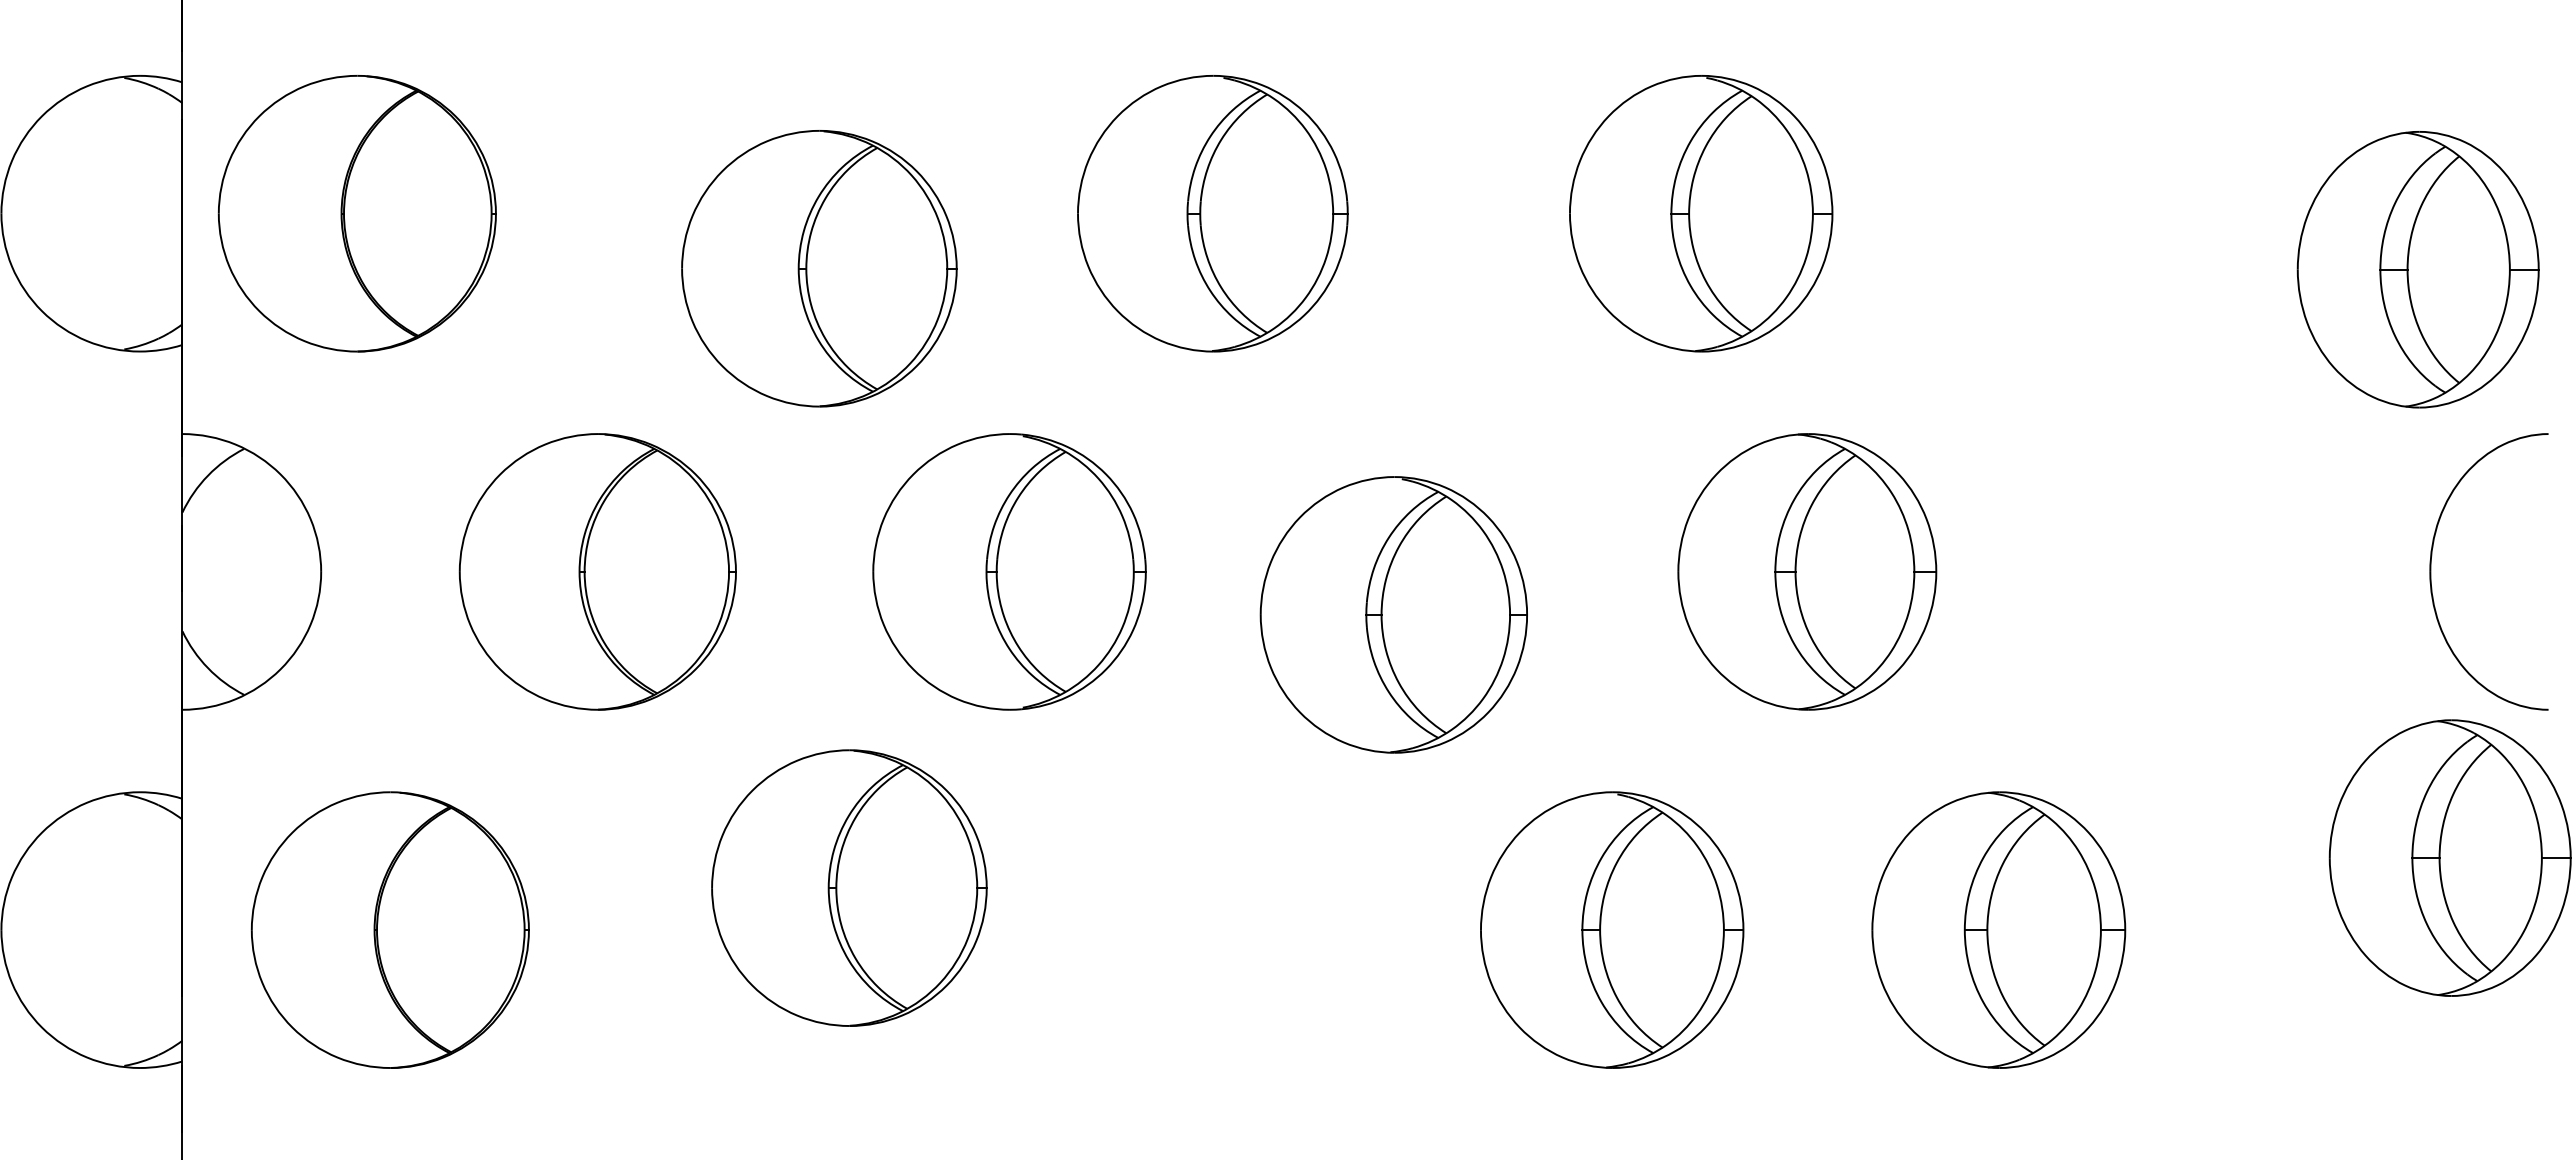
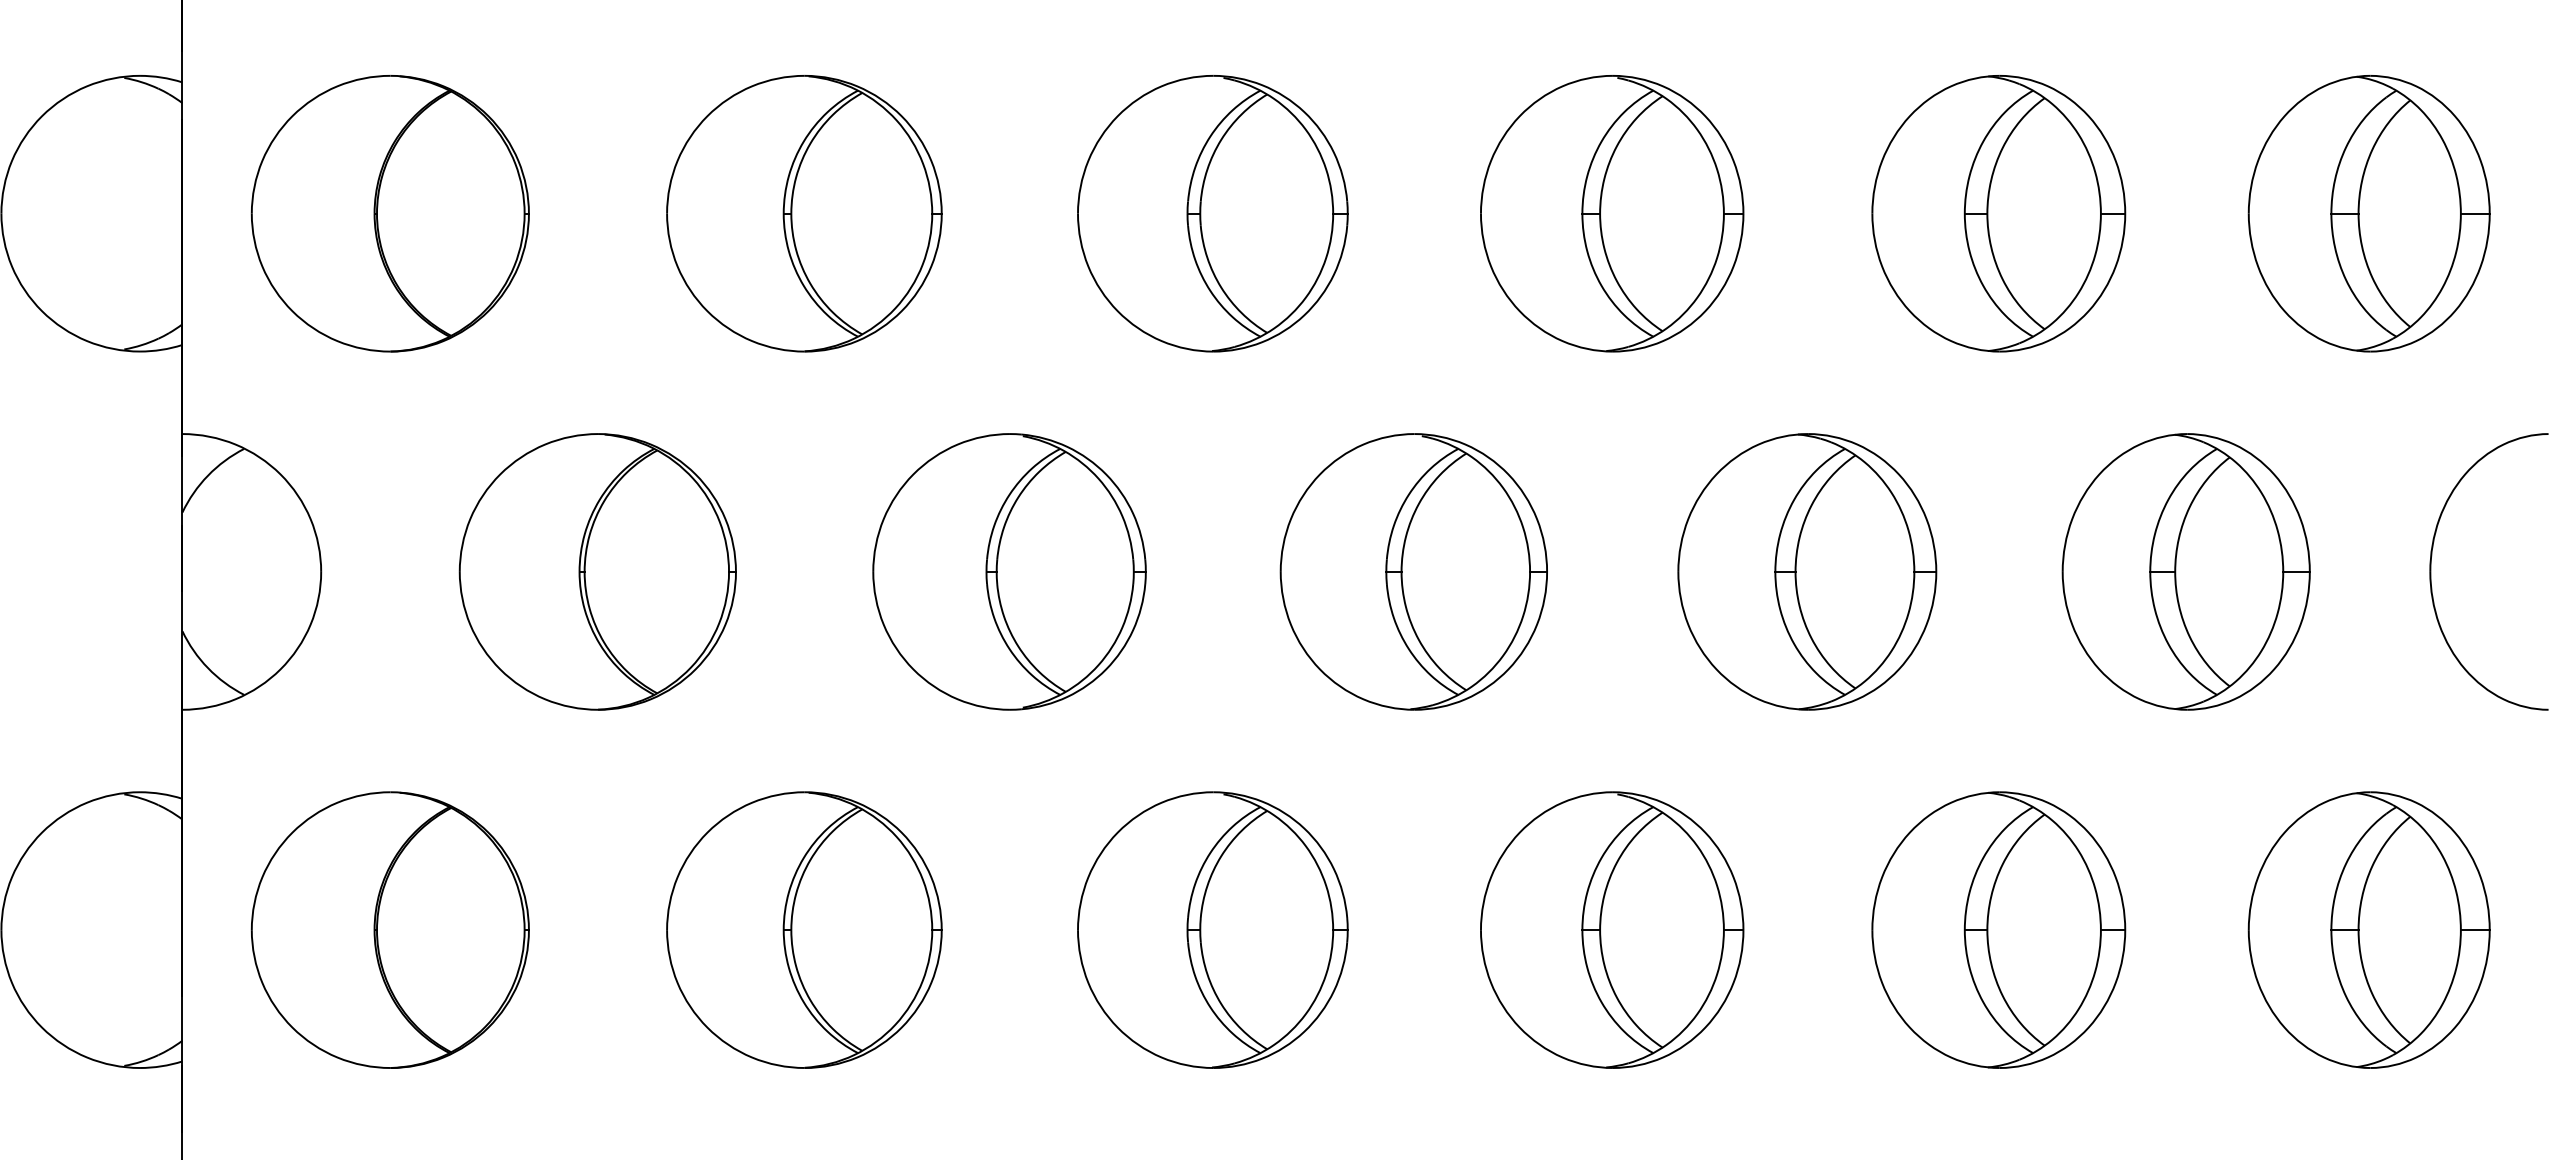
part at (356, 213) position: (356, 213) -> (389, 213)
part at (1701, 213) position: (1701, 213) -> (1612, 213)
part at (1998, 213): none -> present
part at (819, 268) position: (819, 268) -> (804, 213)
part at (2417, 269) position: (2417, 269) -> (2368, 213)
part at (2185, 571): none -> present
part at (1393, 614) position: (1393, 614) -> (1413, 571)
part at (2449, 857) position: (2449, 857) -> (2368, 929)
part at (849, 887) position: (849, 887) -> (804, 929)
part at (1212, 929): none -> present
